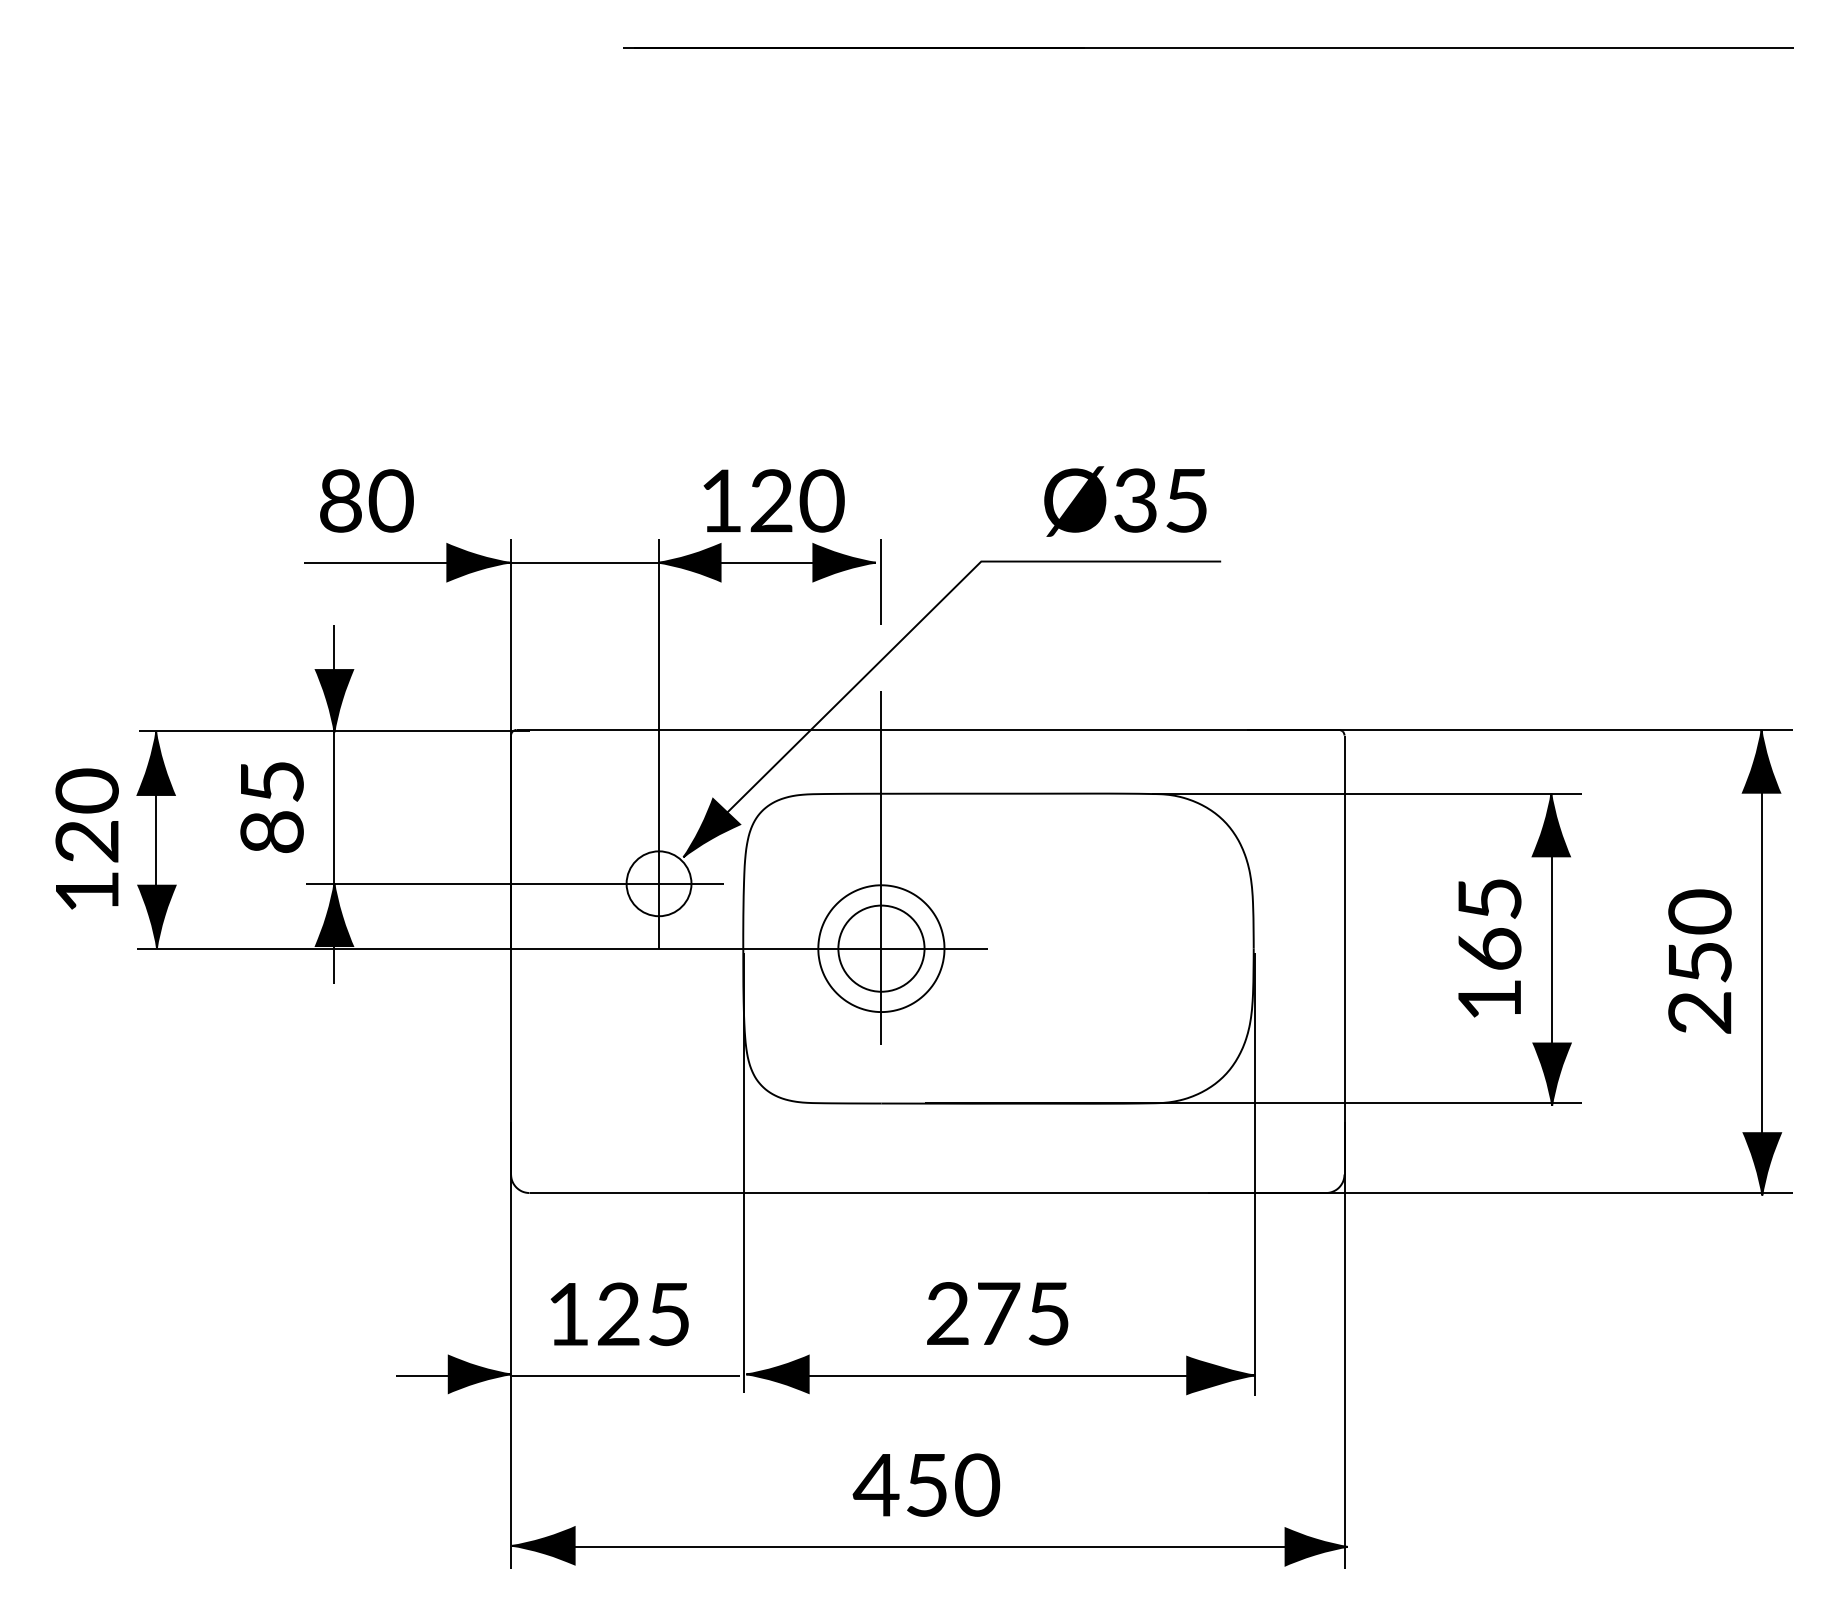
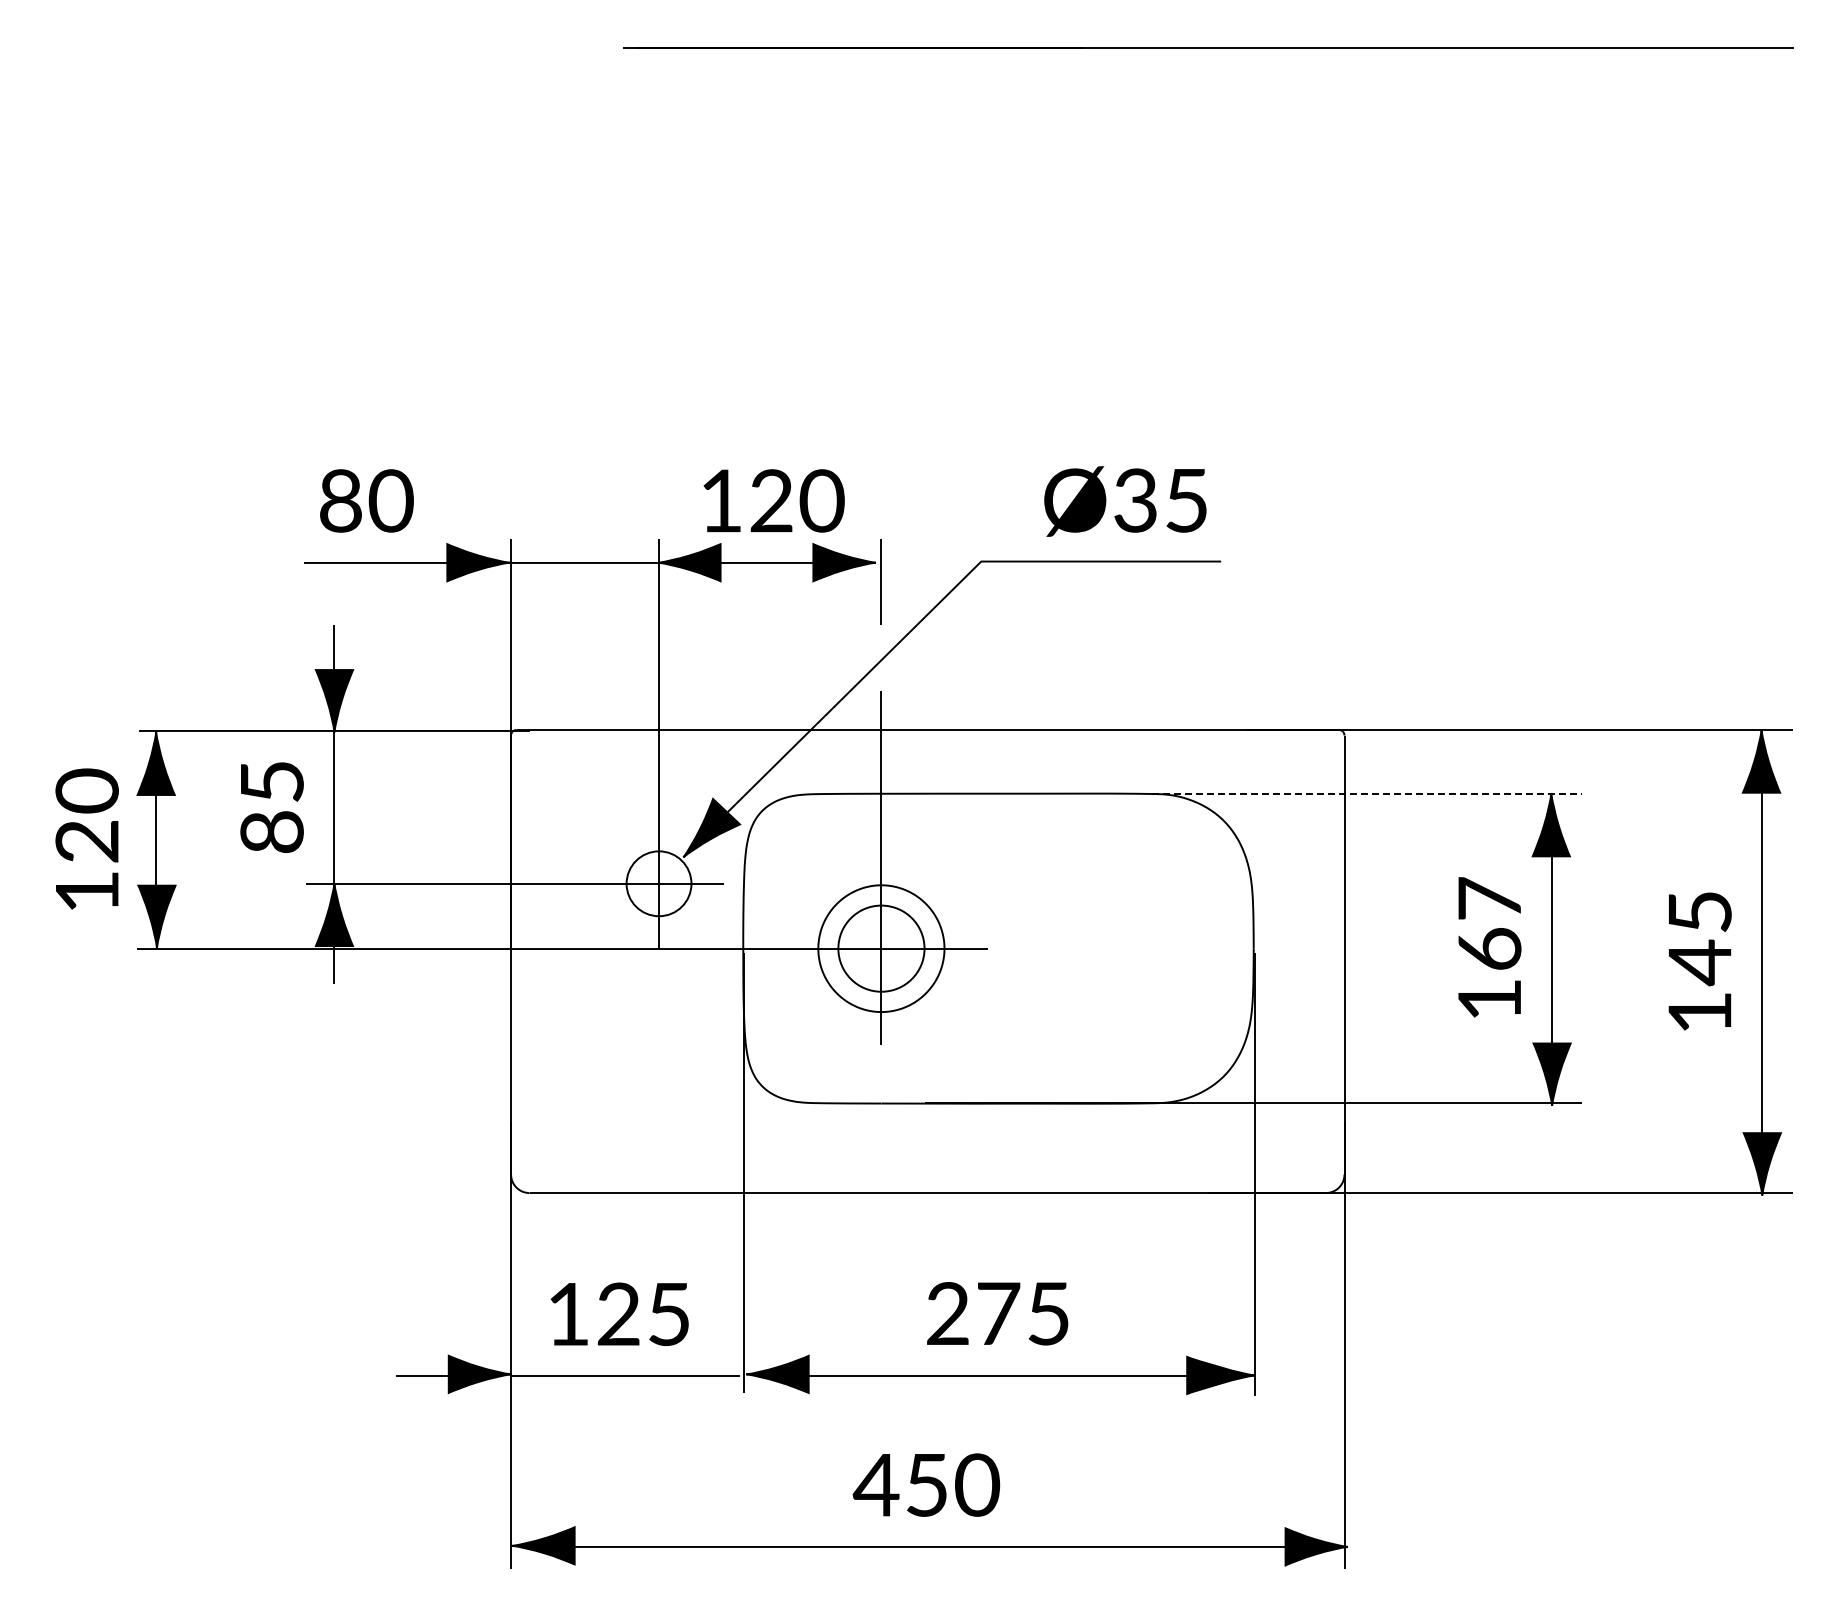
line at (1367, 793): solid -> dashed
text at (1489, 898): 165 -> 167
text at (1699, 961): 250 -> 145
